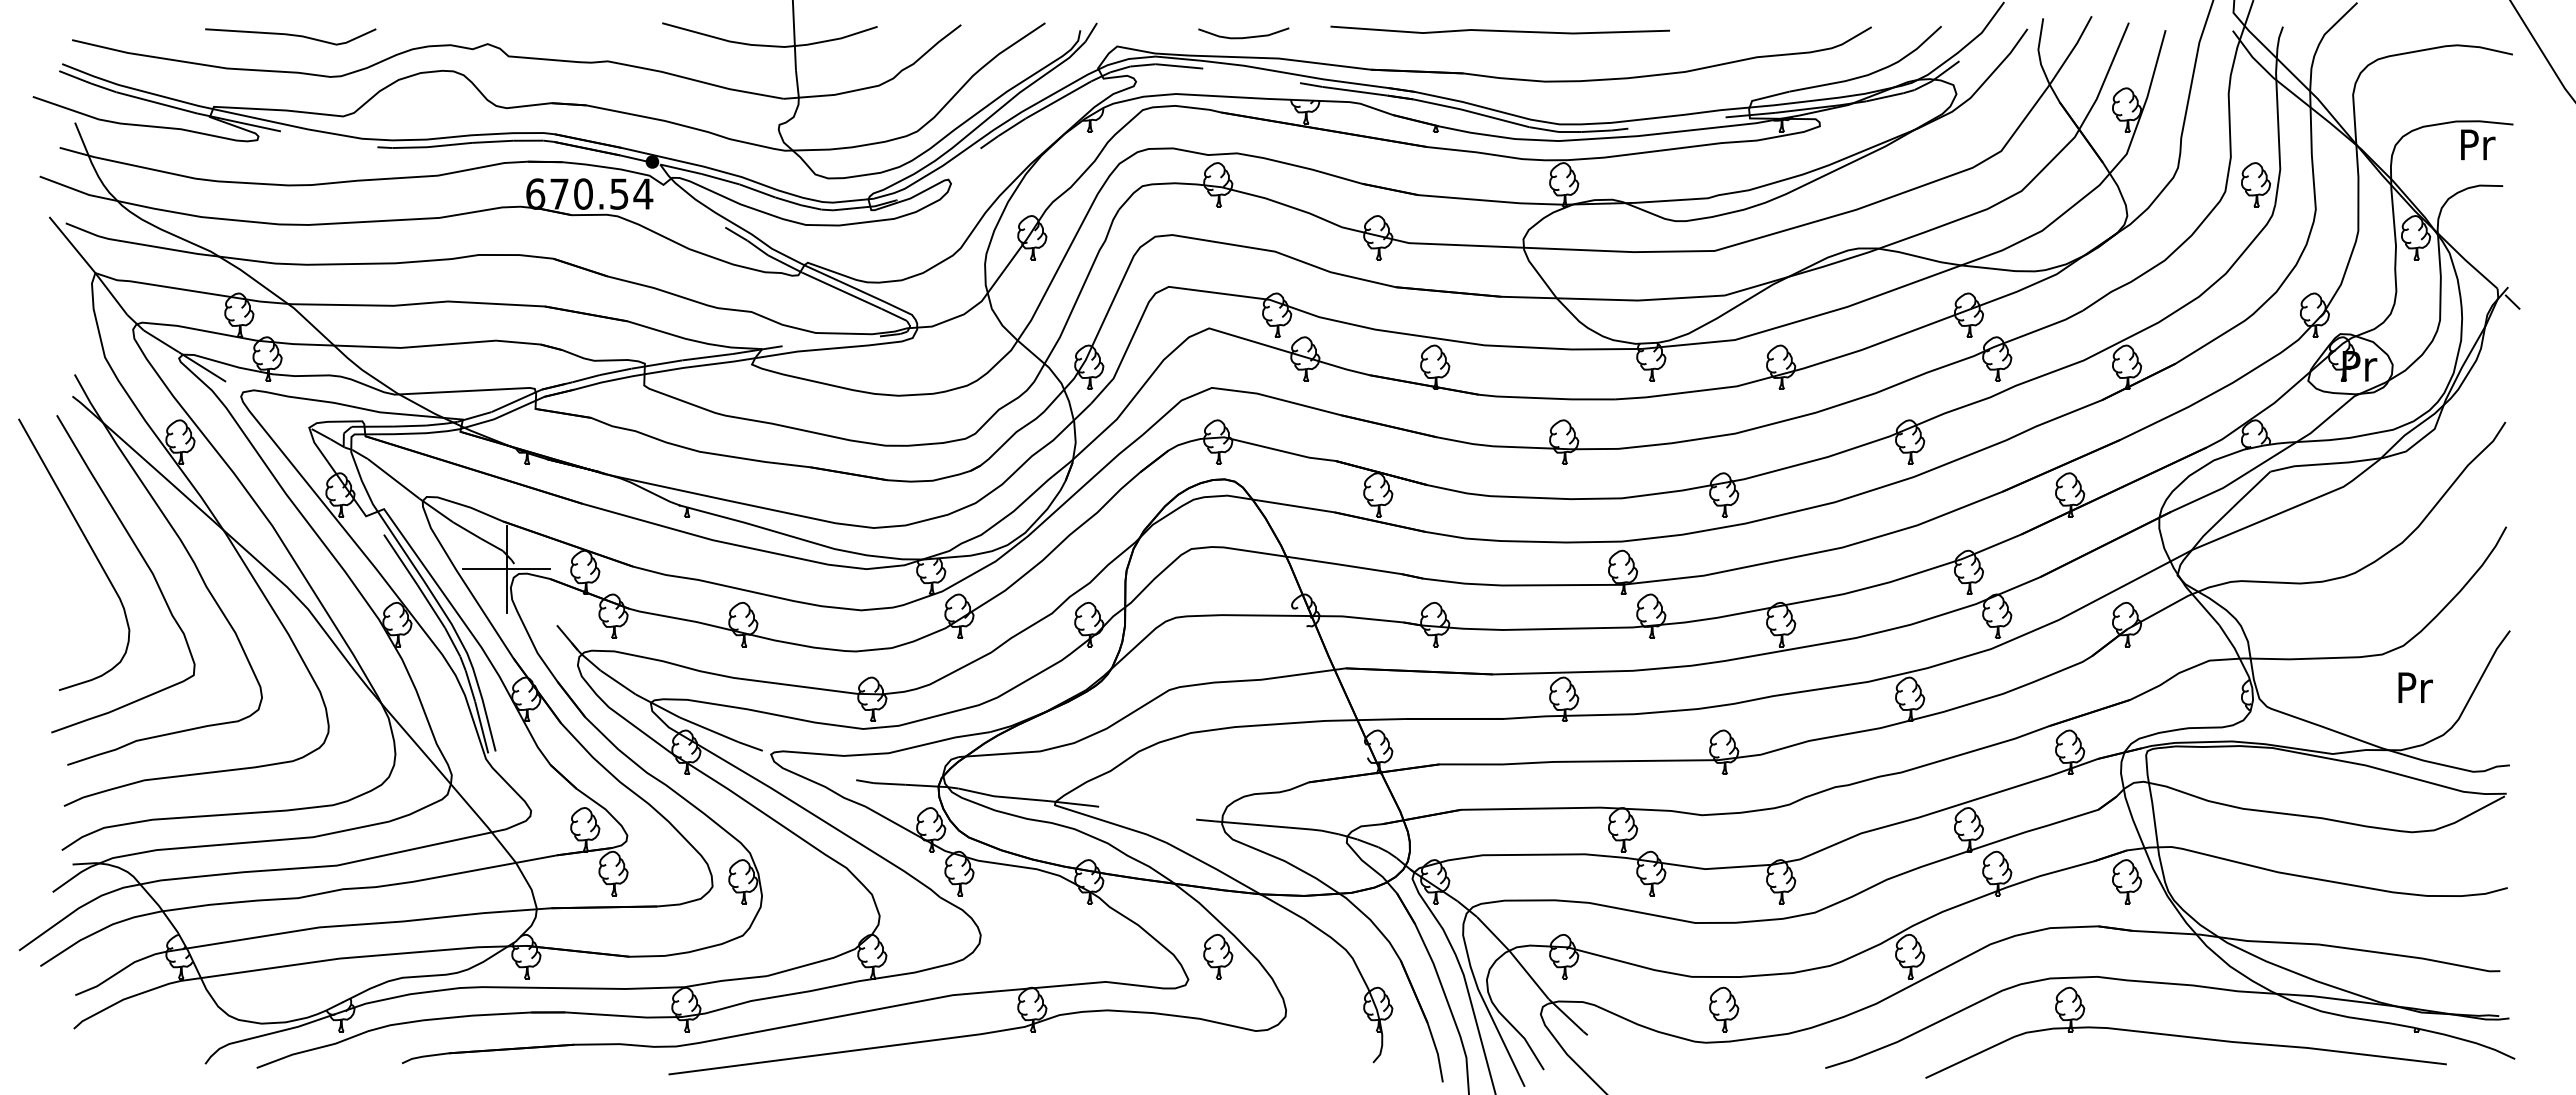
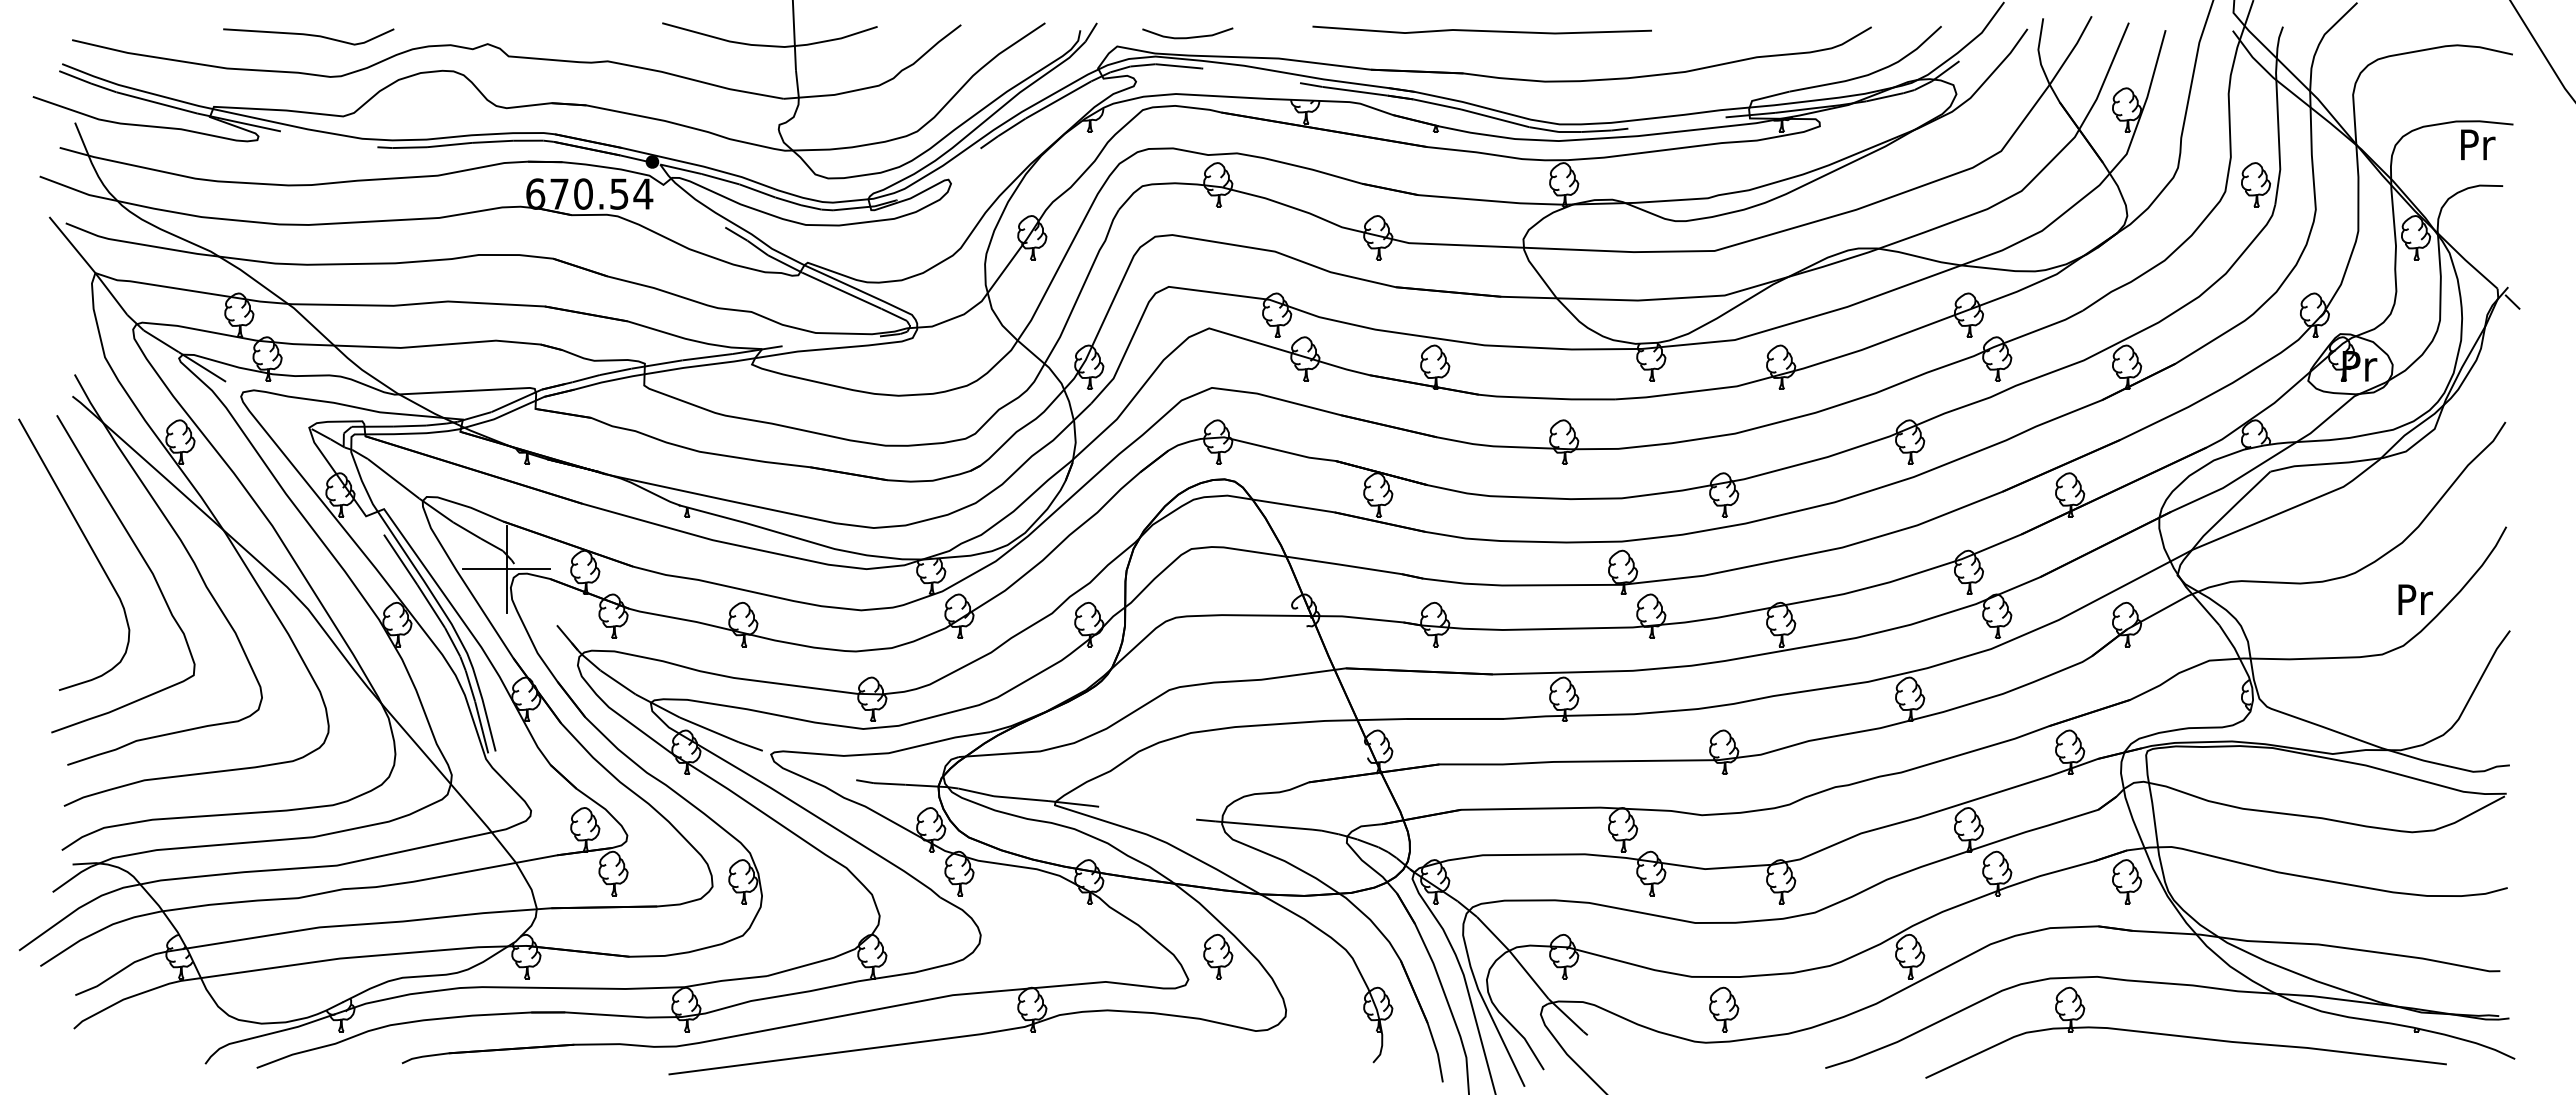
line at (1499, 30) position: (1499, 30) -> (1481, 30)
curve at (290, 35) position: (290, 35) -> (308, 35)
curve at (1243, 37) position: (1243, 37) -> (1187, 37)
text at (2415, 687) position: (2415, 687) -> (2415, 599)
